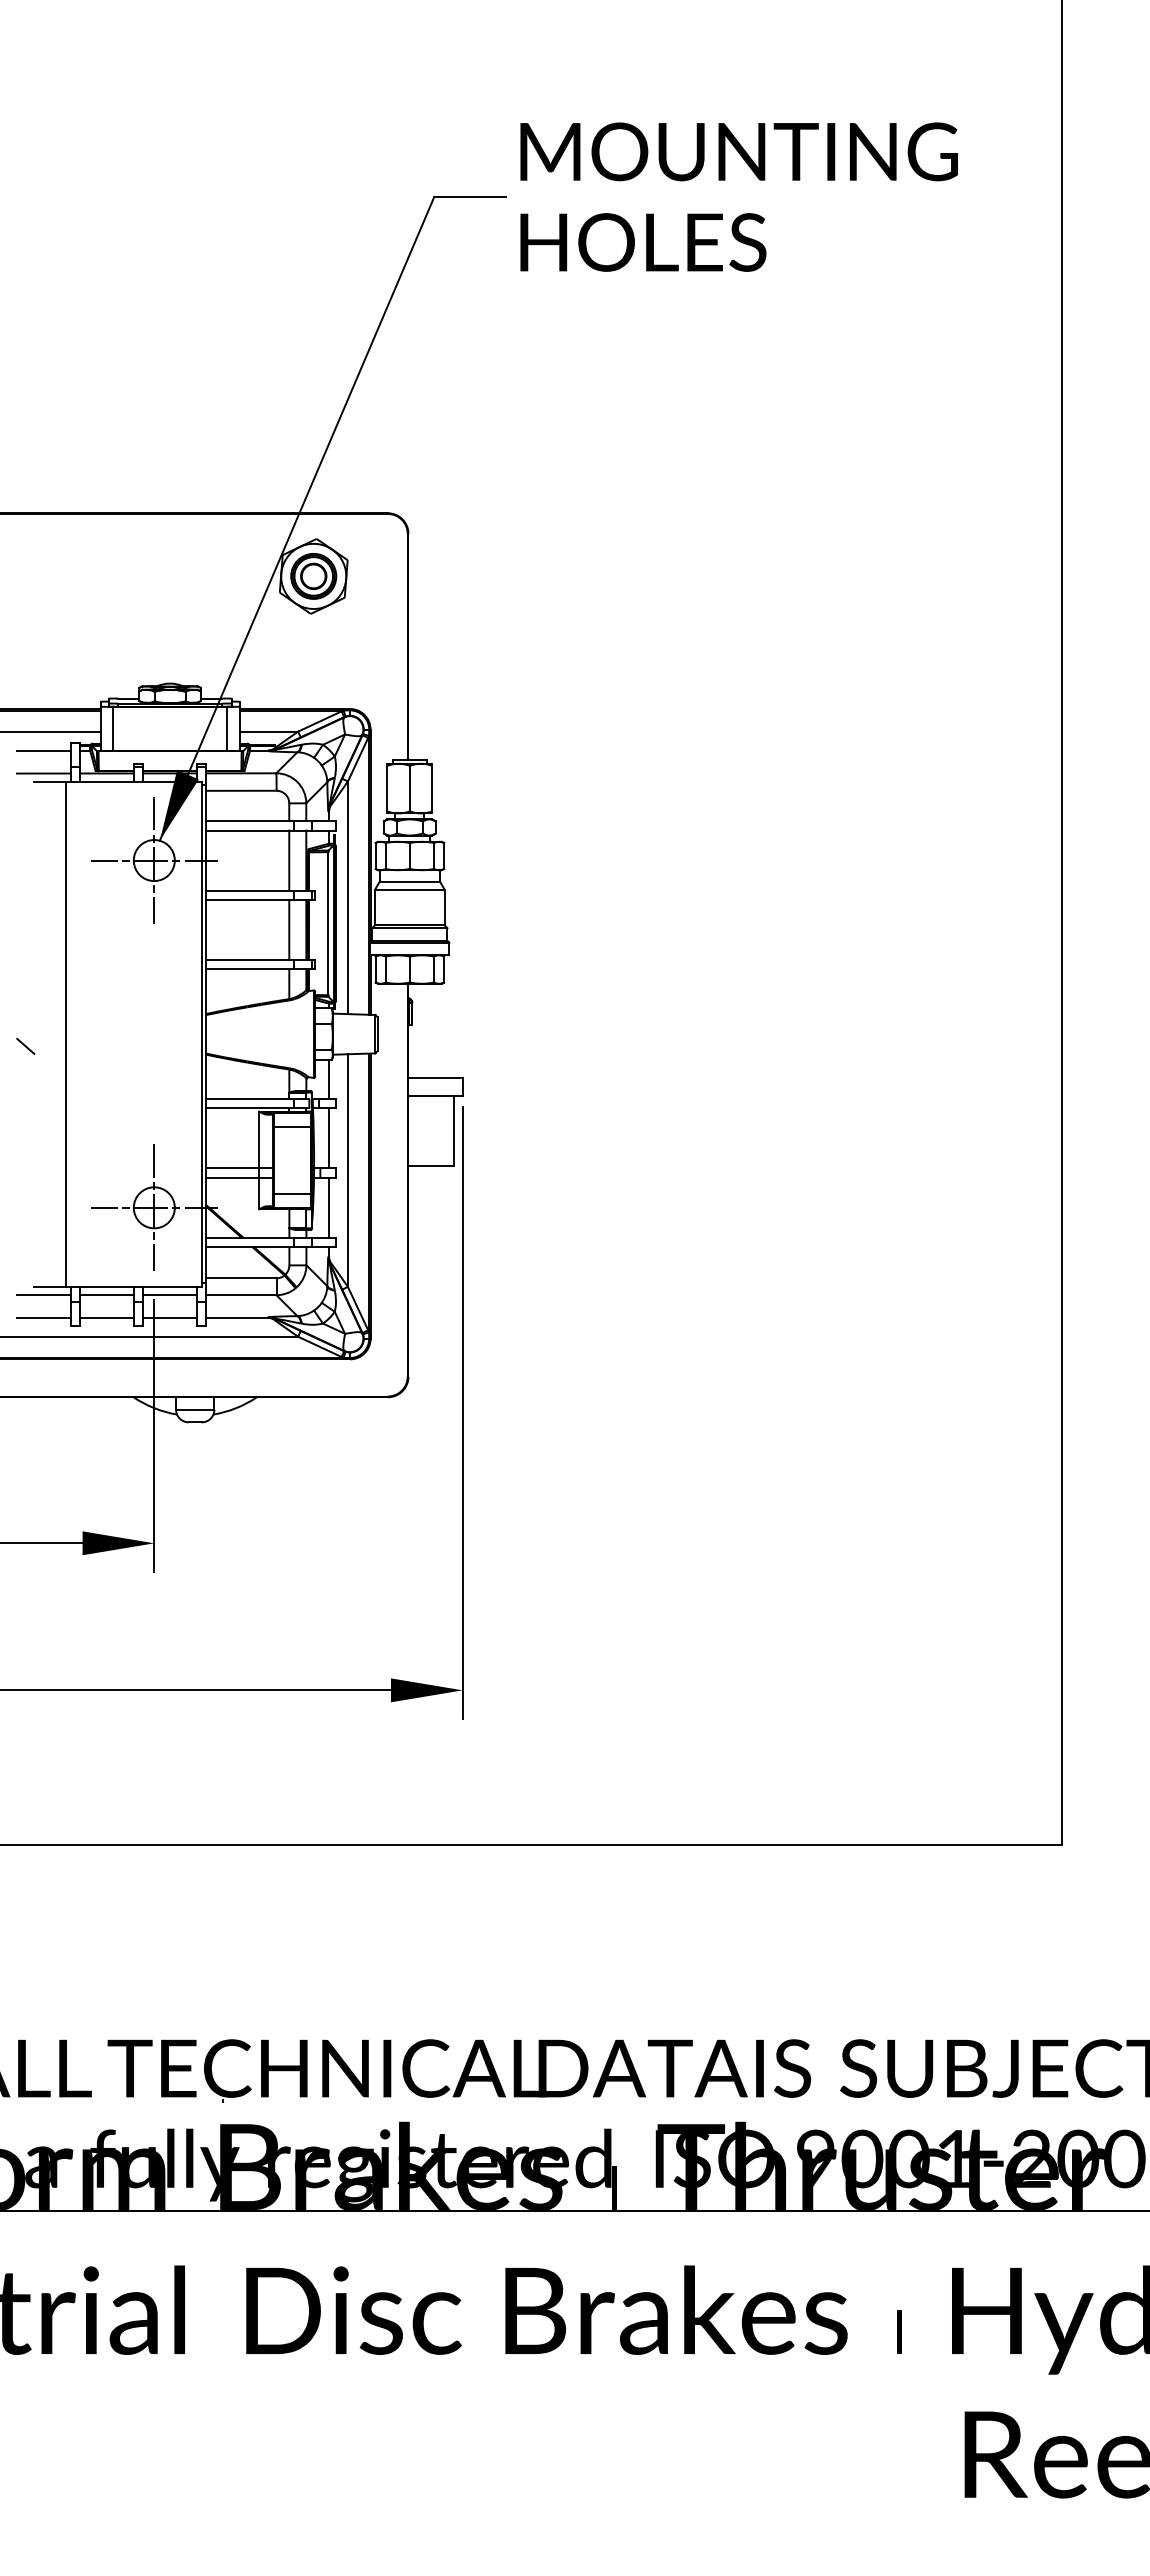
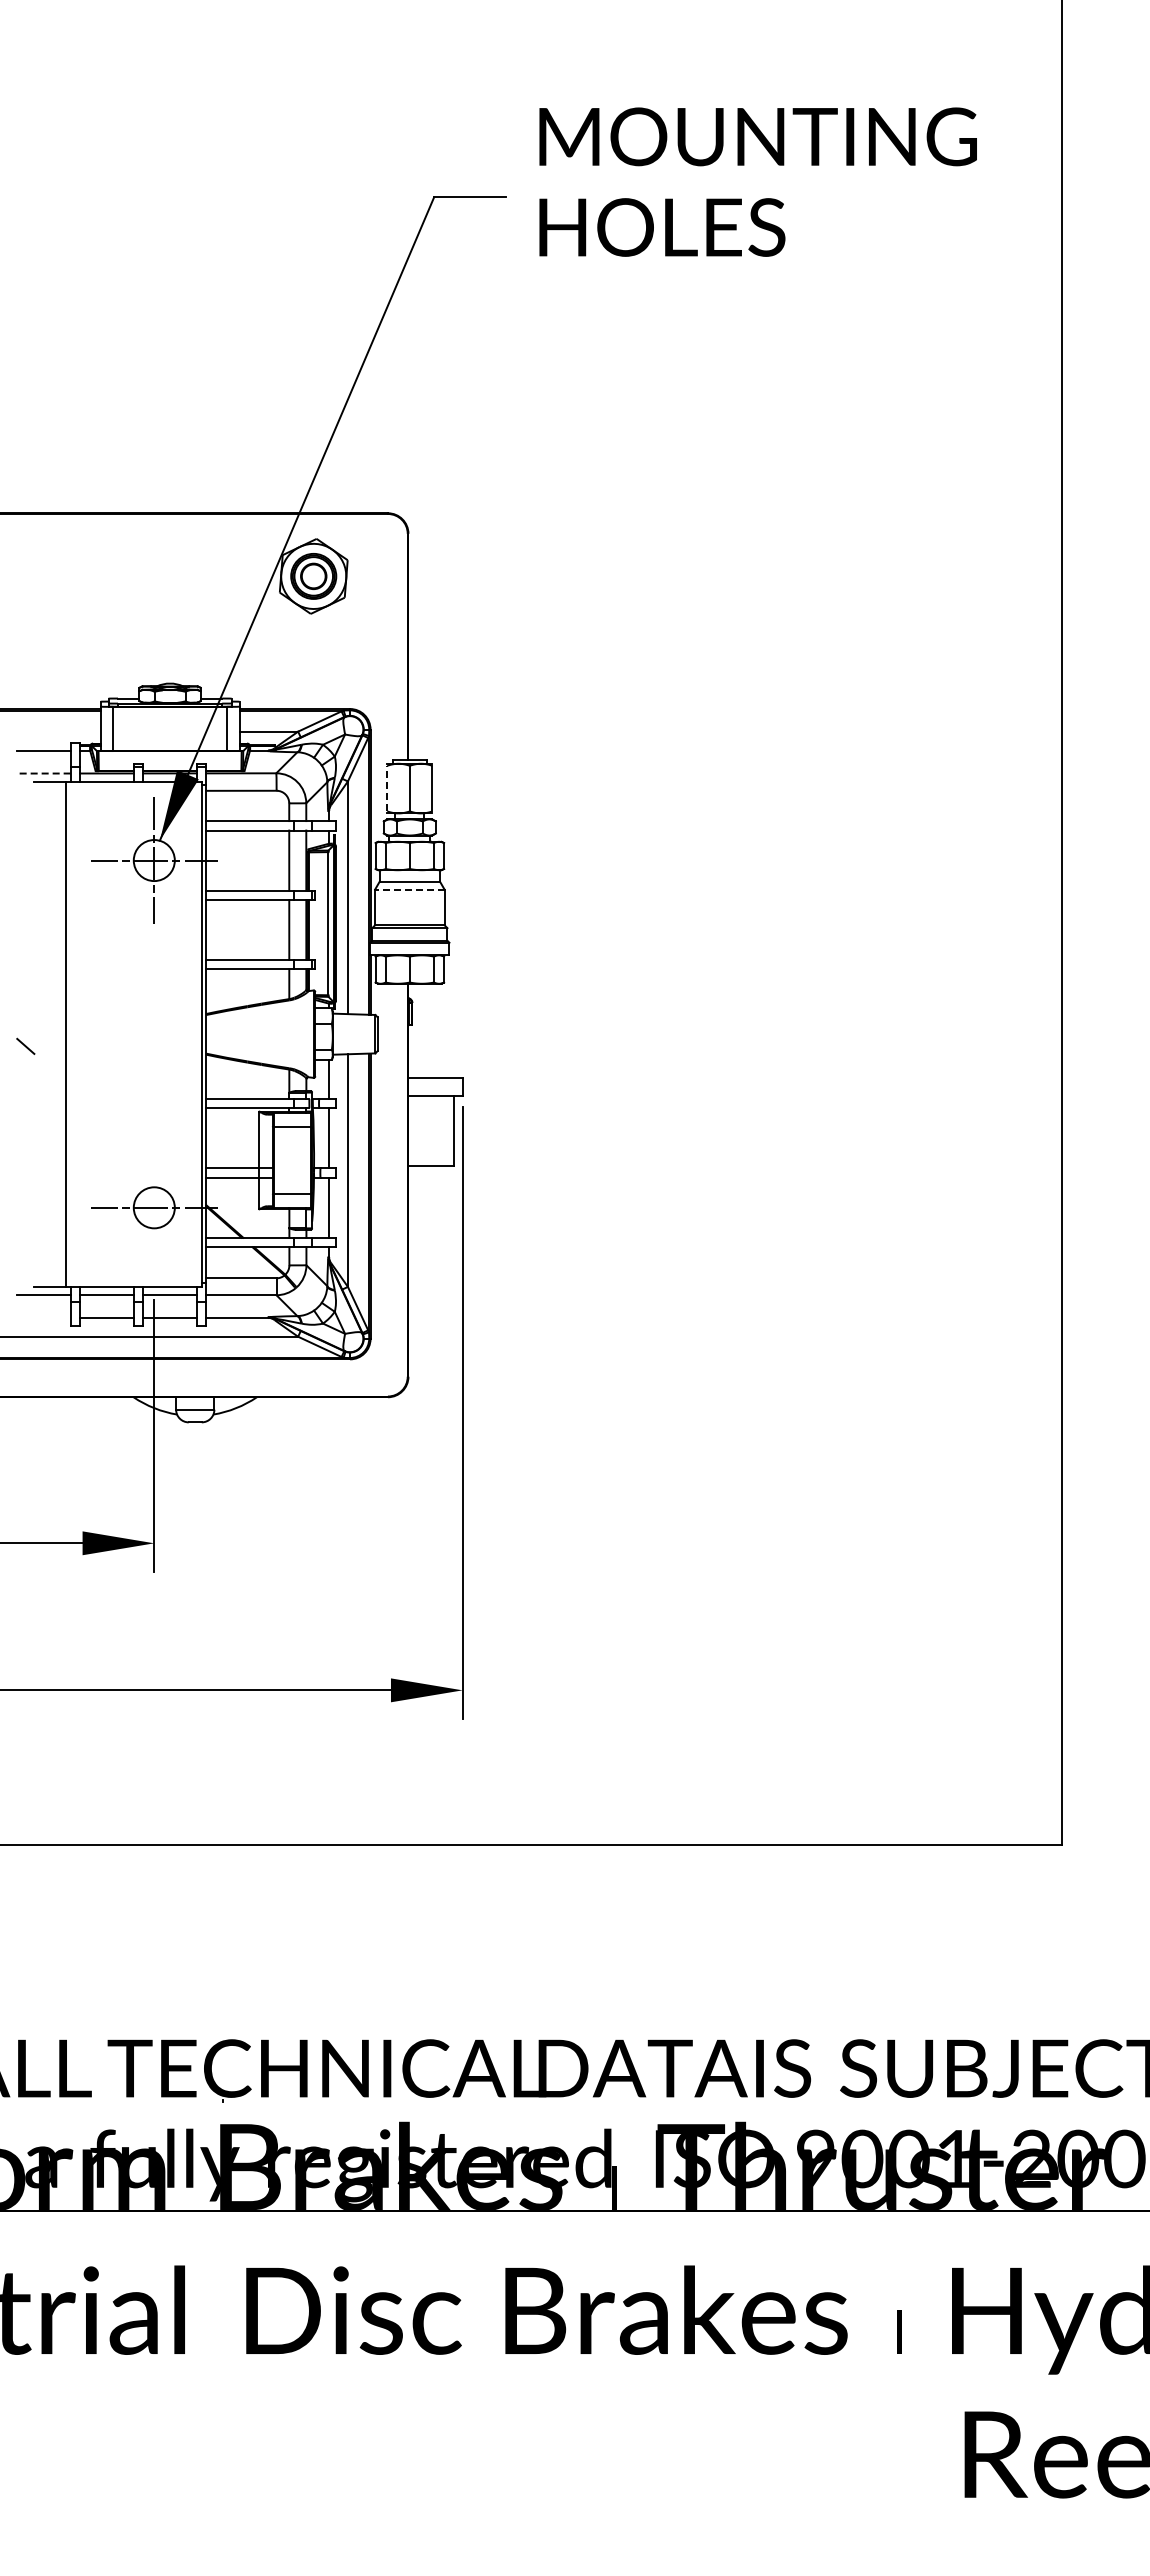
text at (738, 196) position: (738, 196) -> (757, 181)
line at (51, 731): present -> none
line at (43, 773): solid -> dashed
line at (387, 788): solid -> dashed
line at (409, 889): solid -> dashed
line at (154, 1207): present -> none
line at (43, 1317): present -> none
